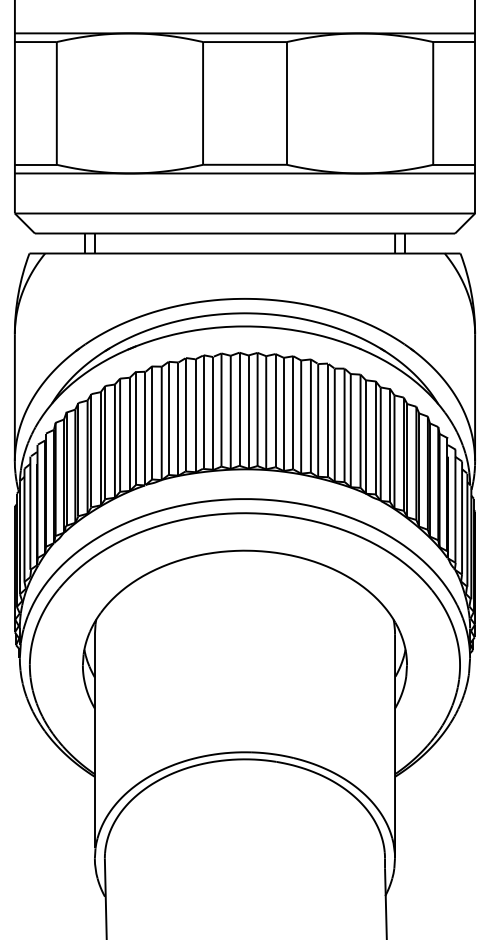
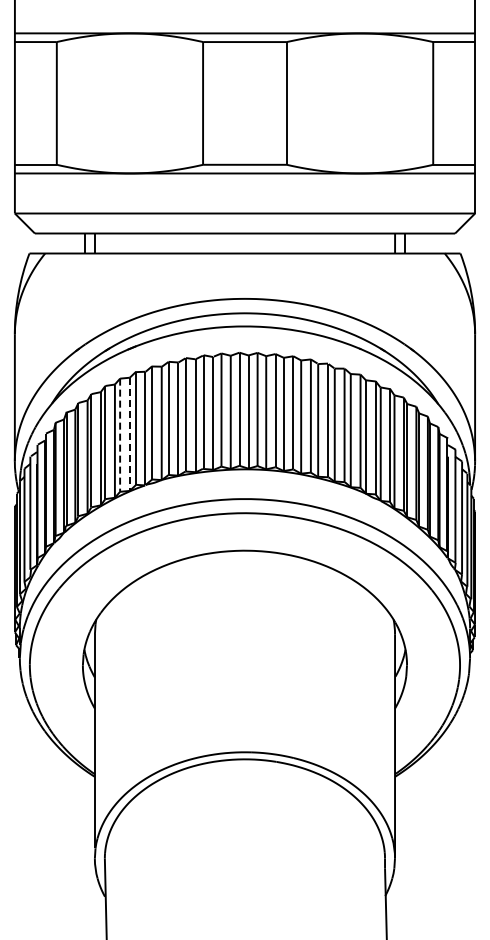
line at (129, 434): solid -> dashed
line at (120, 435): solid -> dashed
